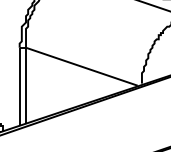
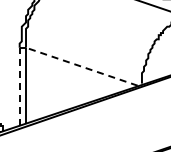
line at (81, 66): solid -> dashed
line at (19, 86): solid -> dashed
